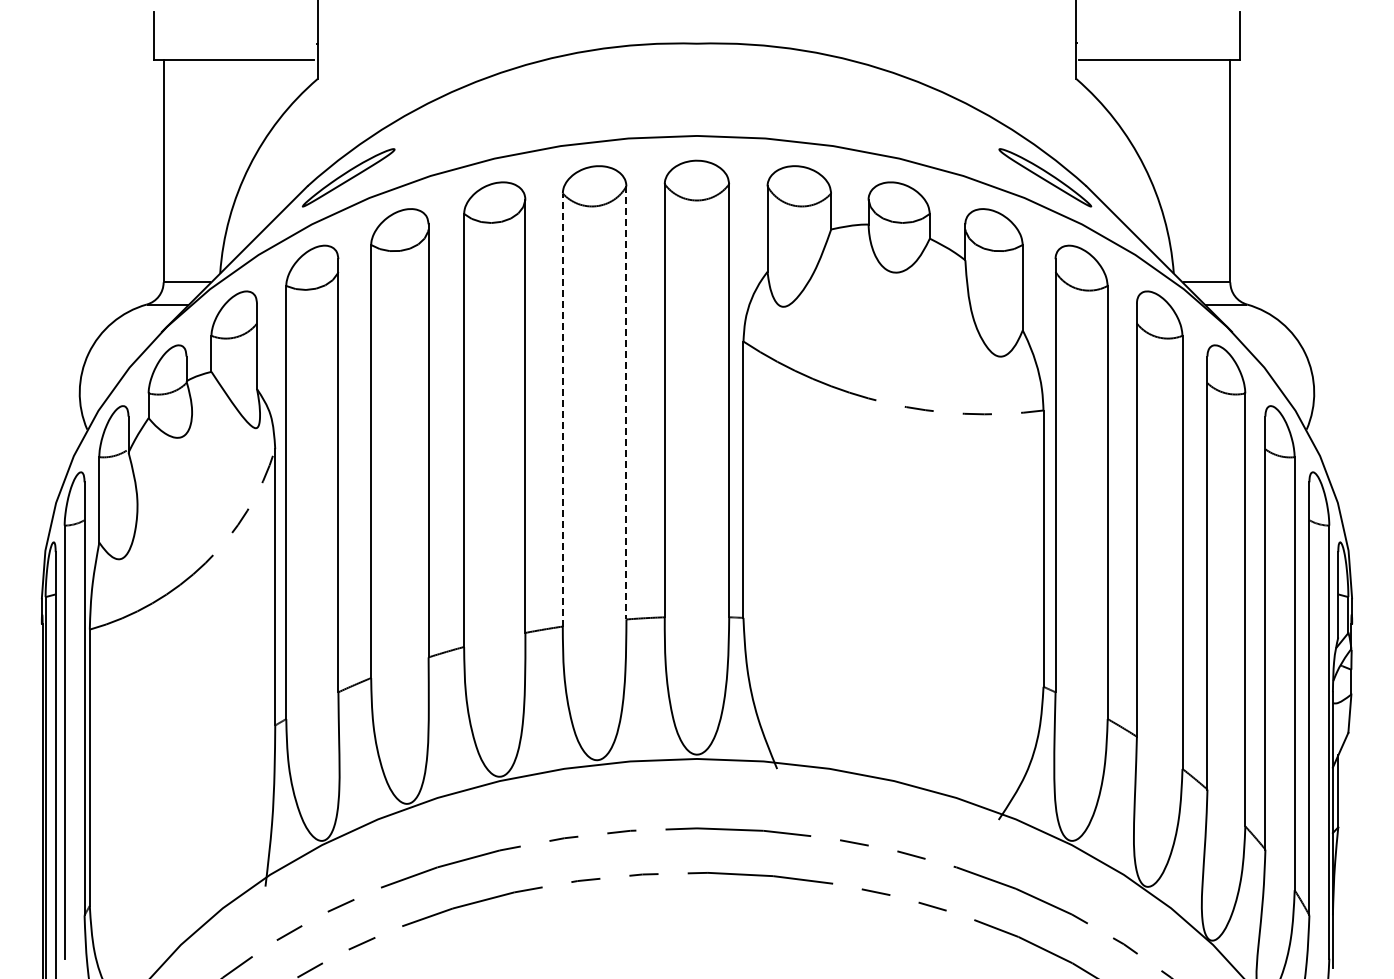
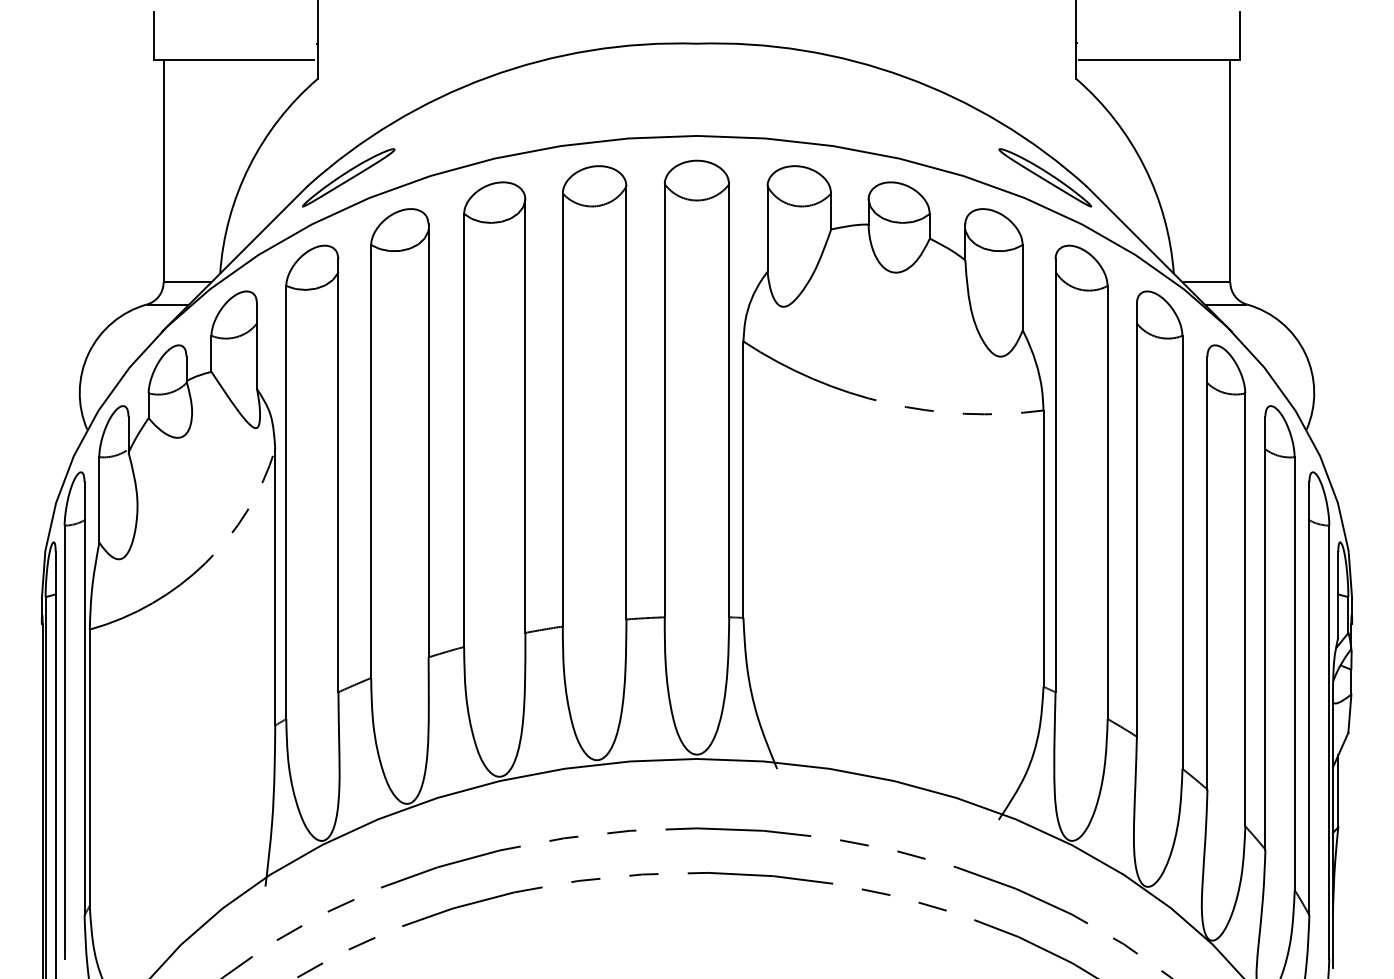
line at (626, 402): dashed -> solid
line at (562, 410): dashed -> solid
